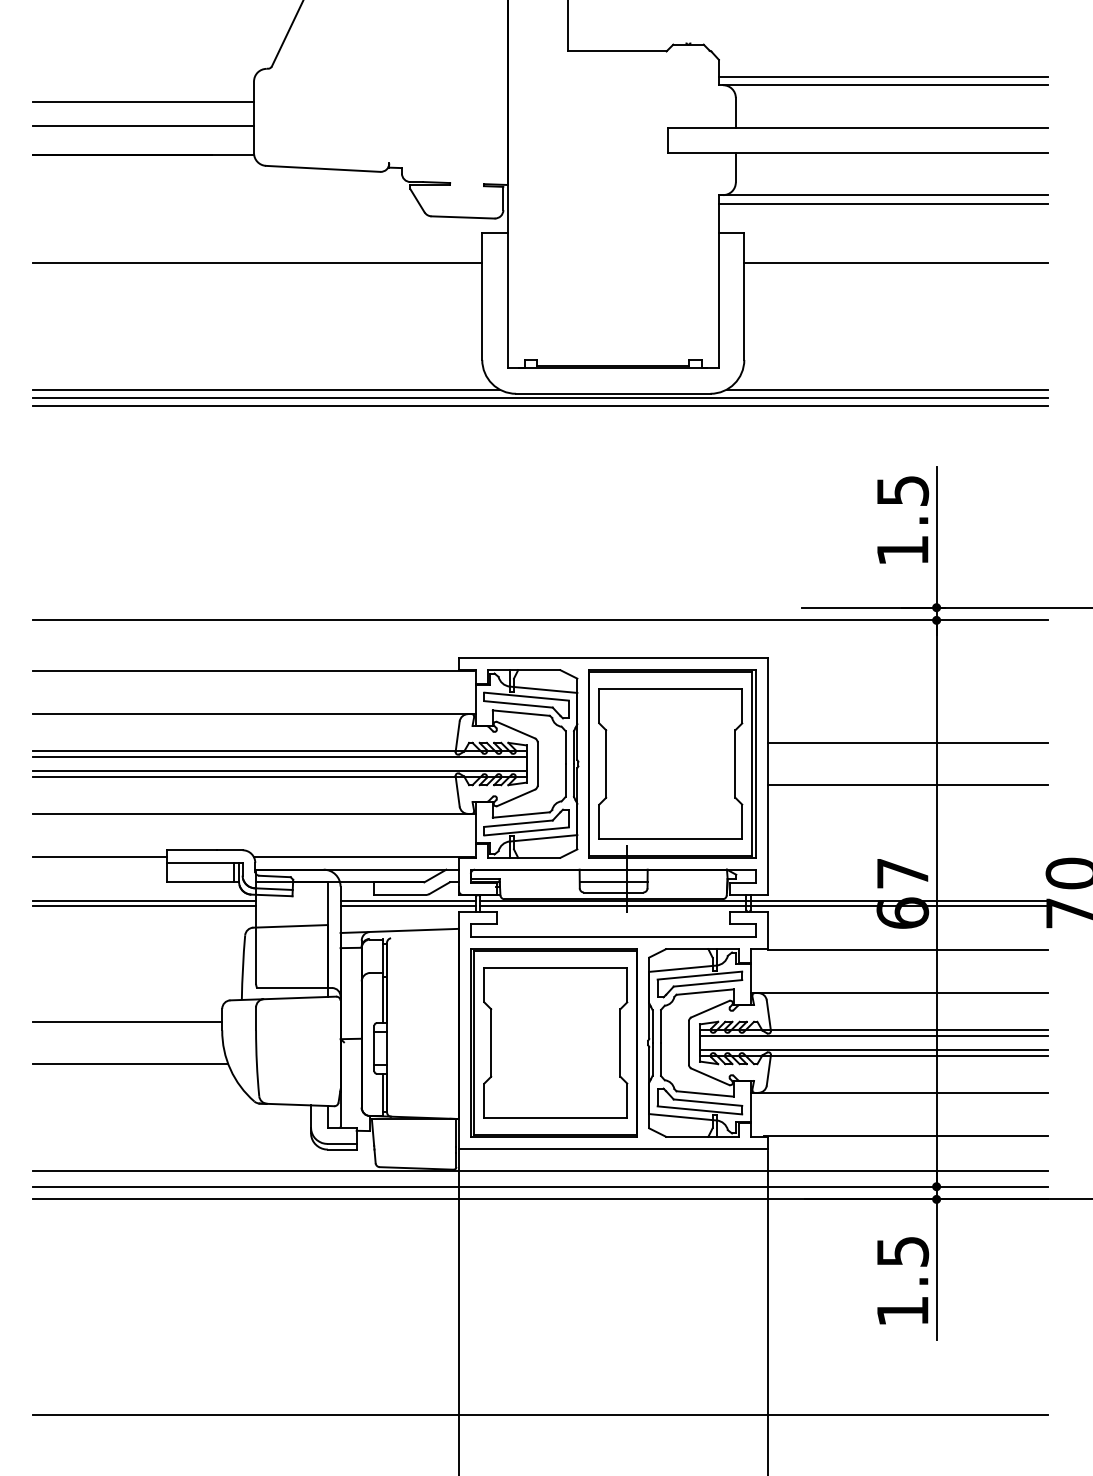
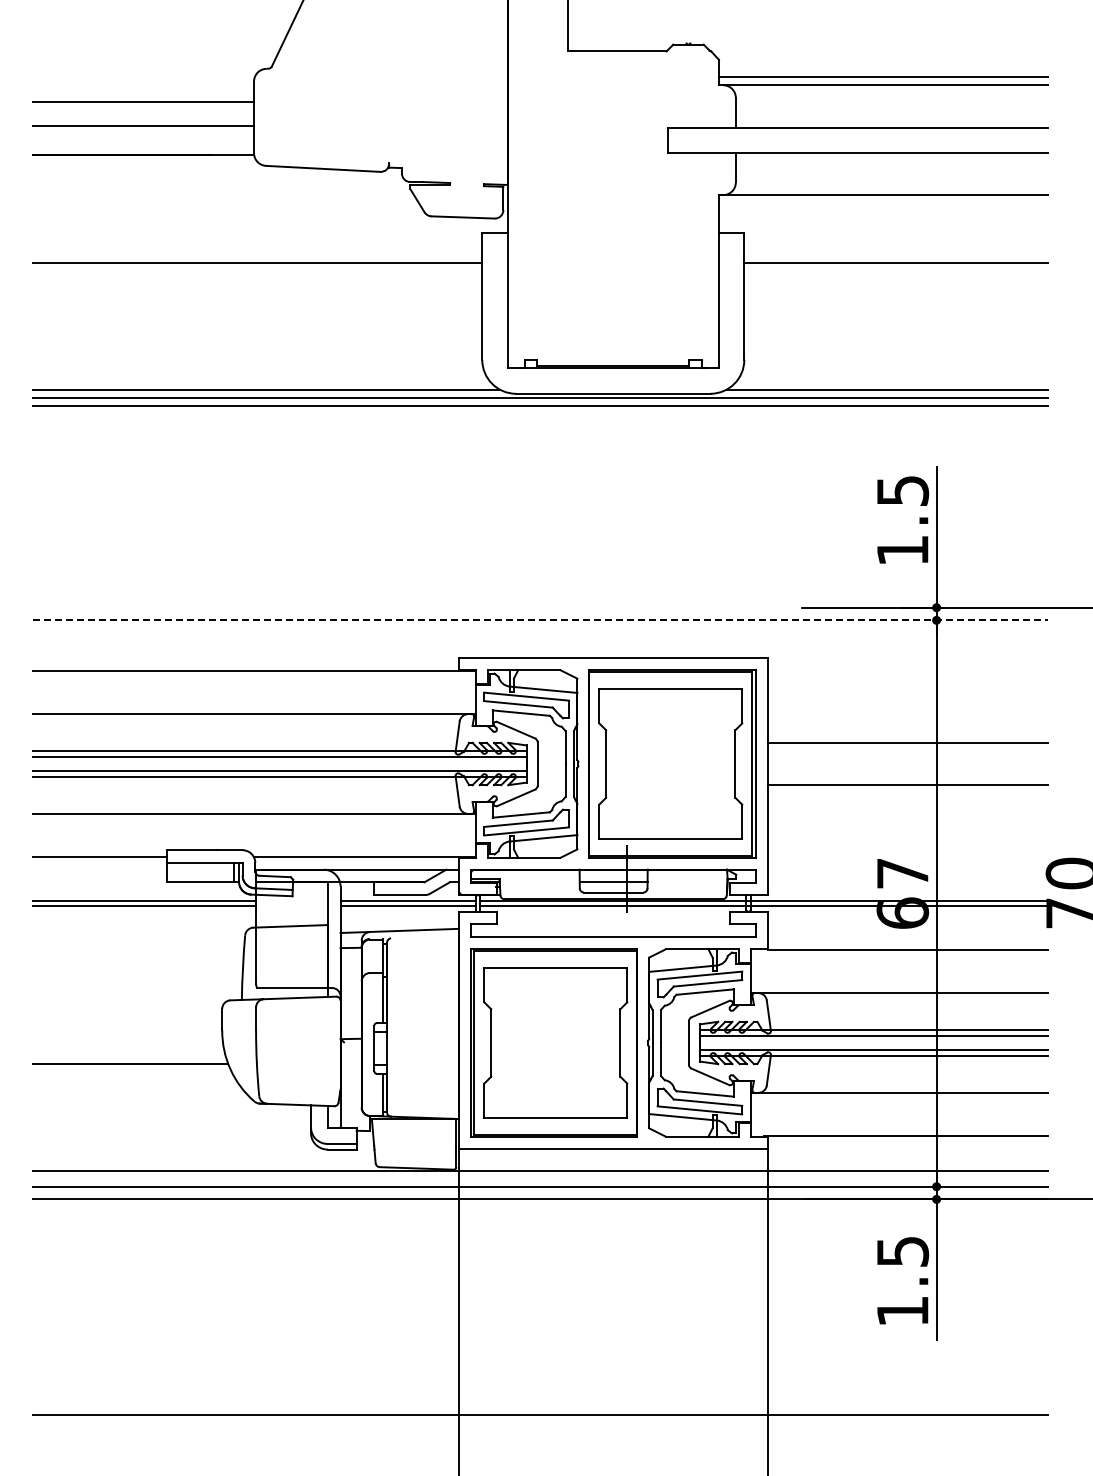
line at (882, 203): present -> none
line at (540, 620): solid -> dashed
line at (127, 1021): present -> none
